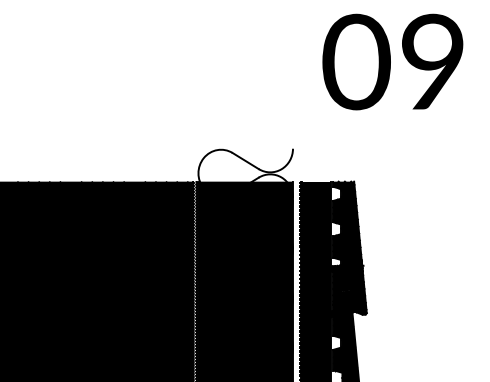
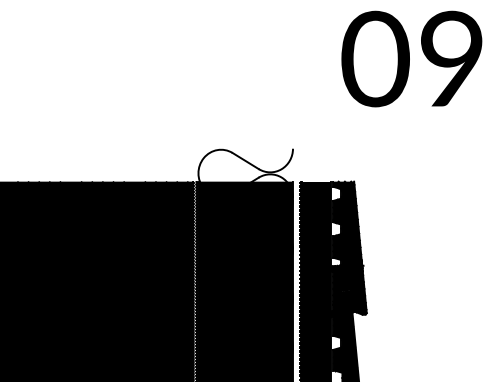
text at (392, 61) position: (392, 61) -> (411, 58)
